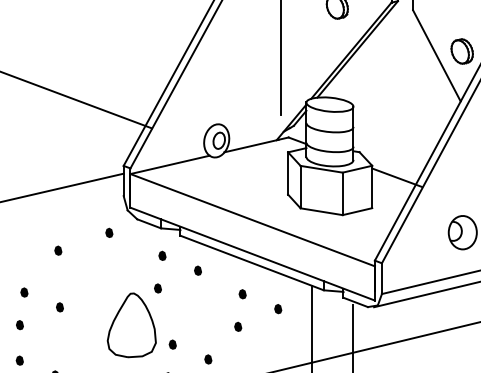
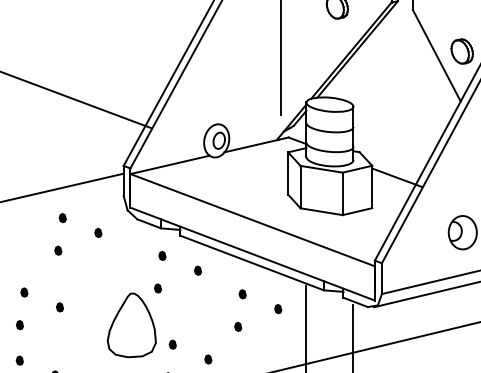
fill at (62, 217): none -> present
part at (109, 232) position: (109, 232) -> (98, 232)
line at (312, 327) position: (312, 327) -> (306, 327)
